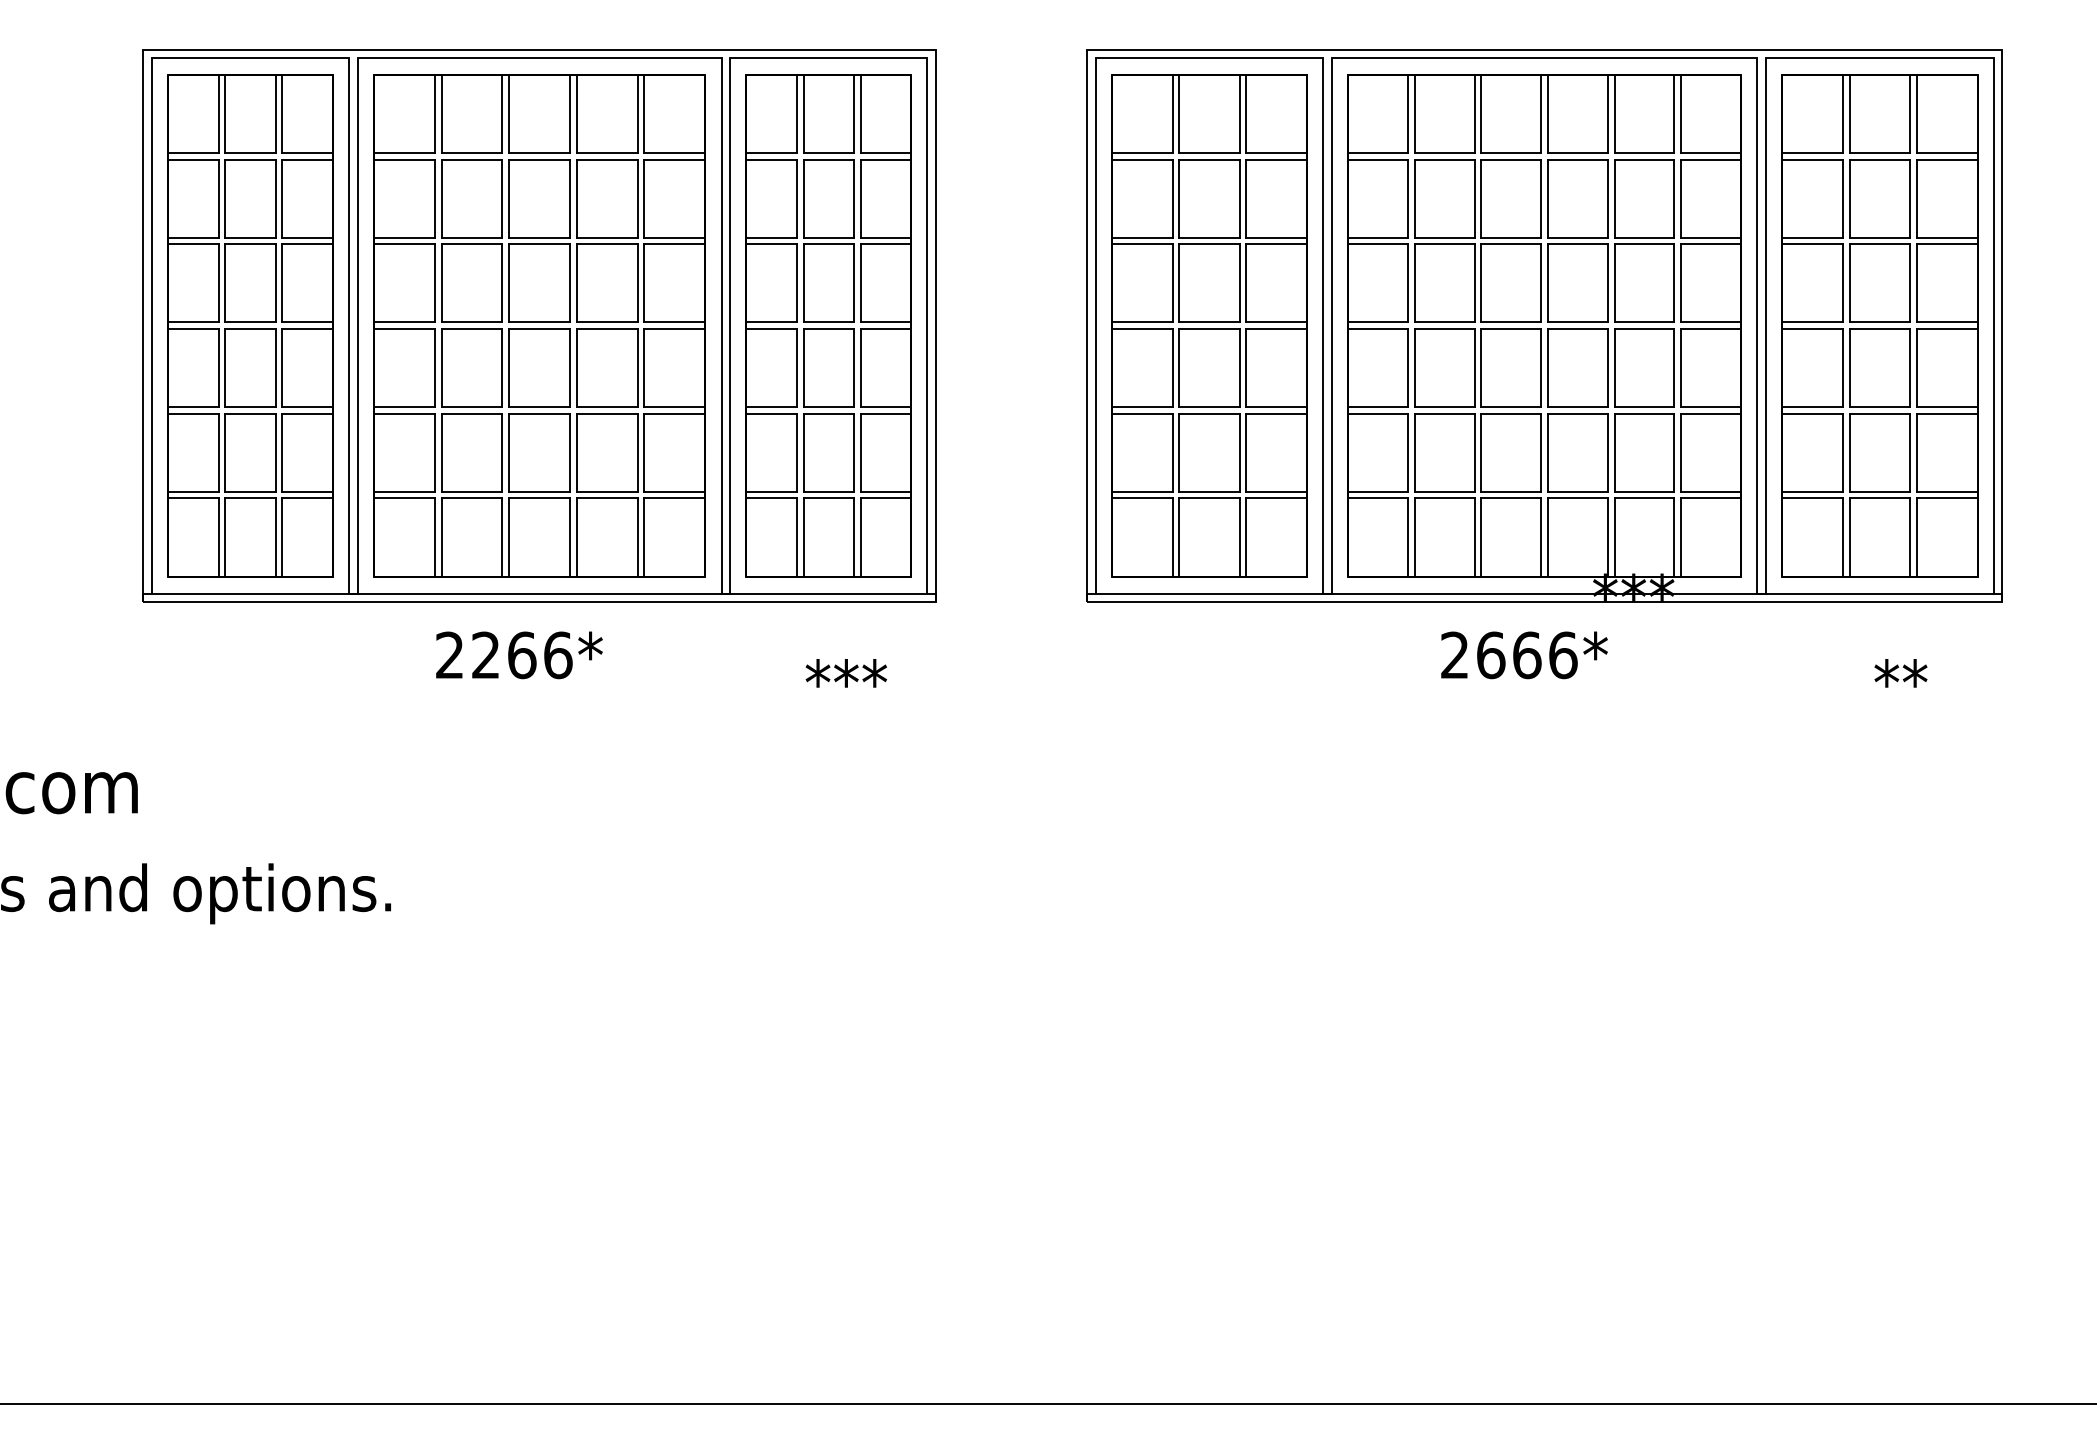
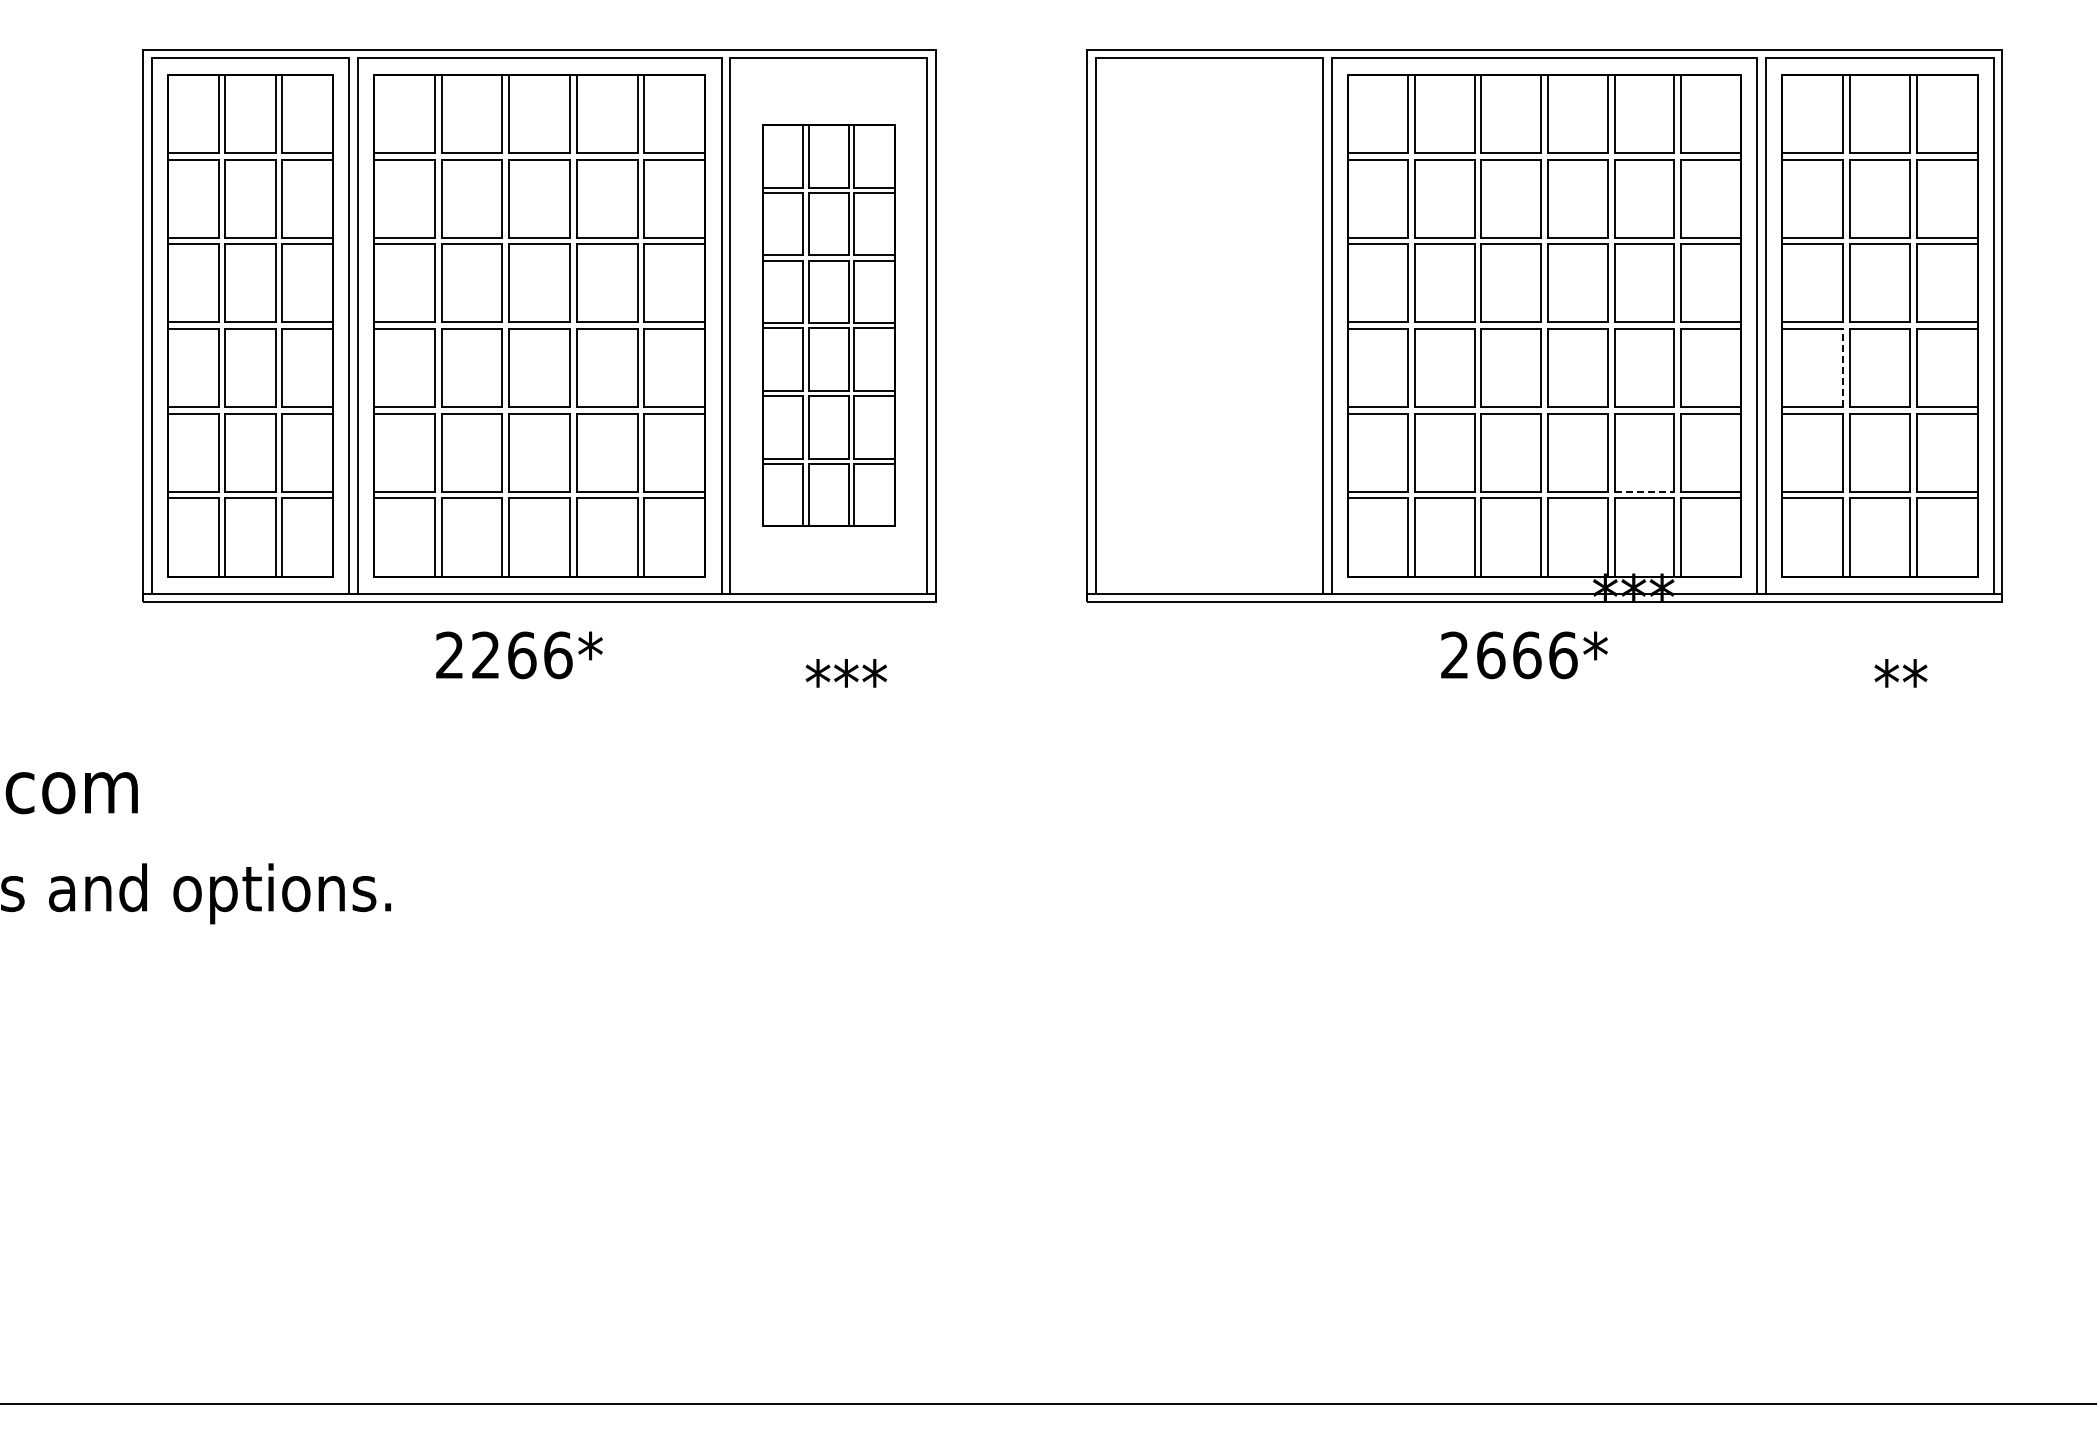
part at (828, 325) size: 167x504 px -> 134x403 px
part at (1209, 325): present -> none
line at (1842, 367): solid -> dashed
line at (1644, 491): solid -> dashed
